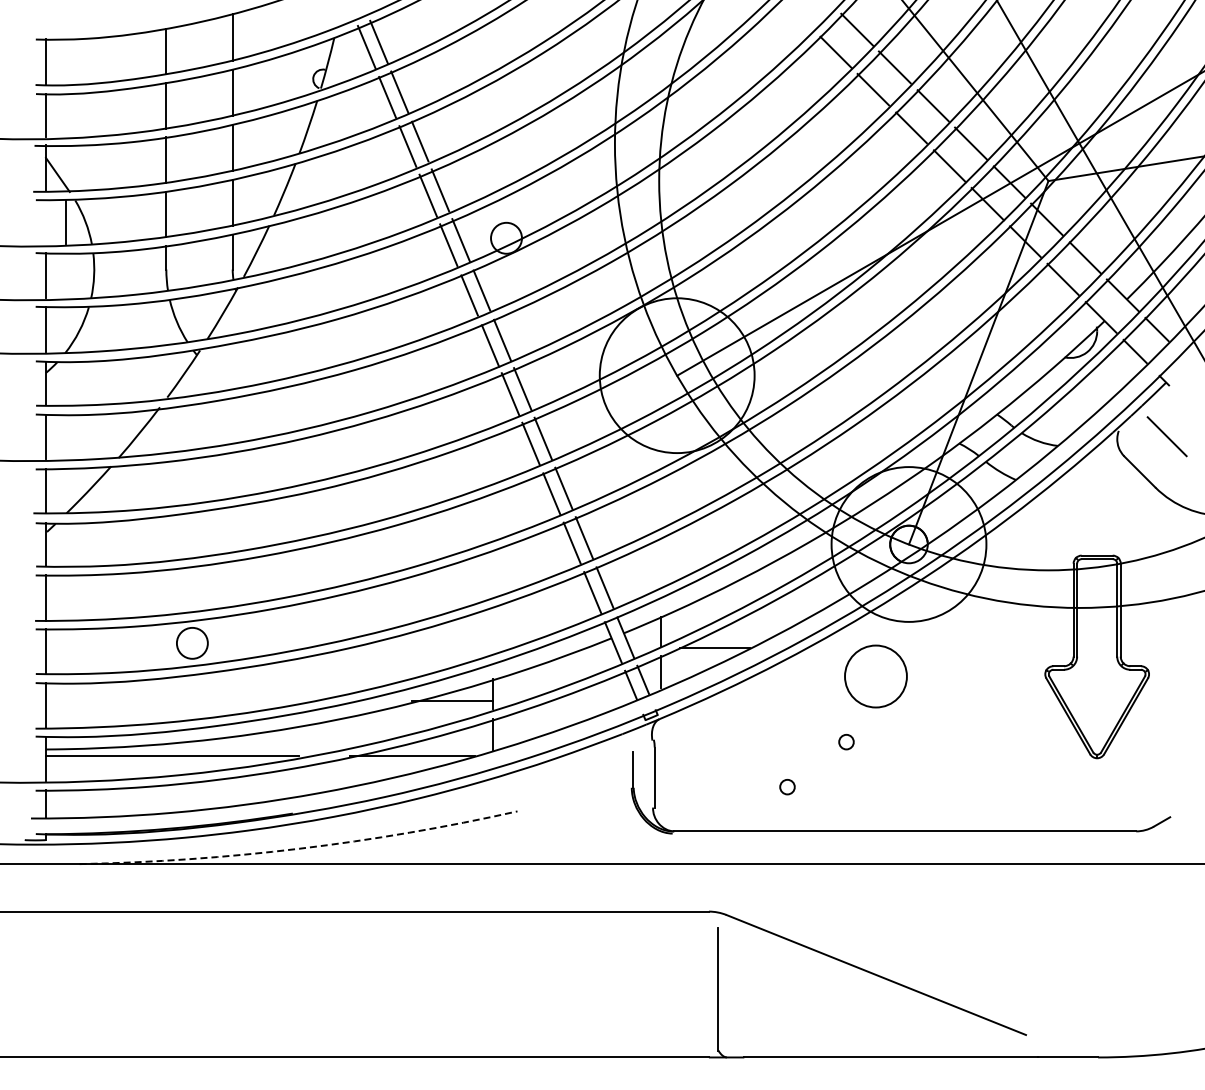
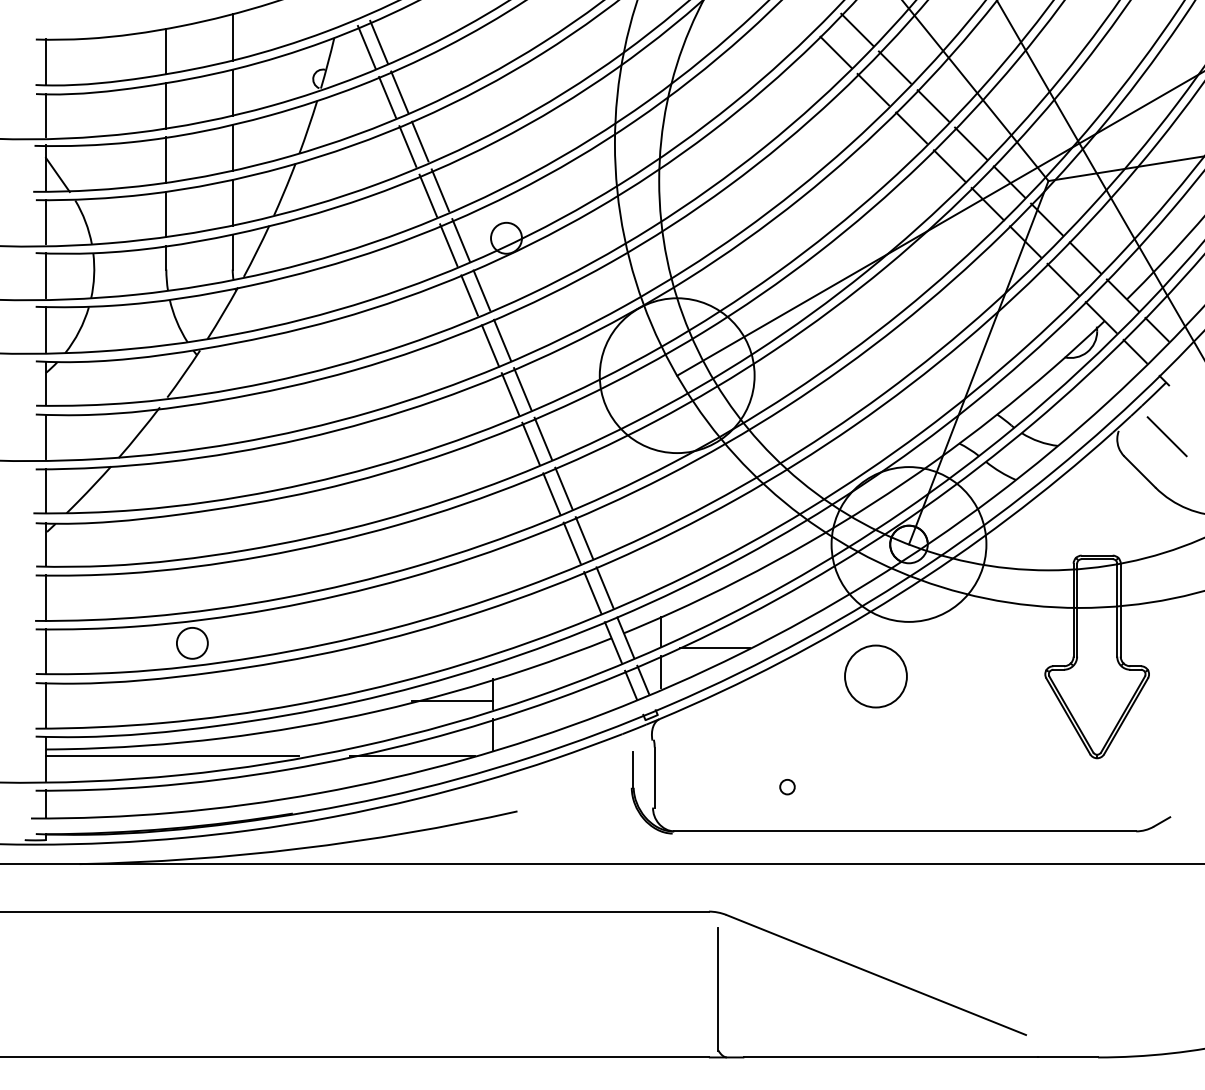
line at (66, 221) position: (66, 221) -> (46, 221)
circle at (846, 742): present -> none
arc at (299, 848): dashed -> solid
